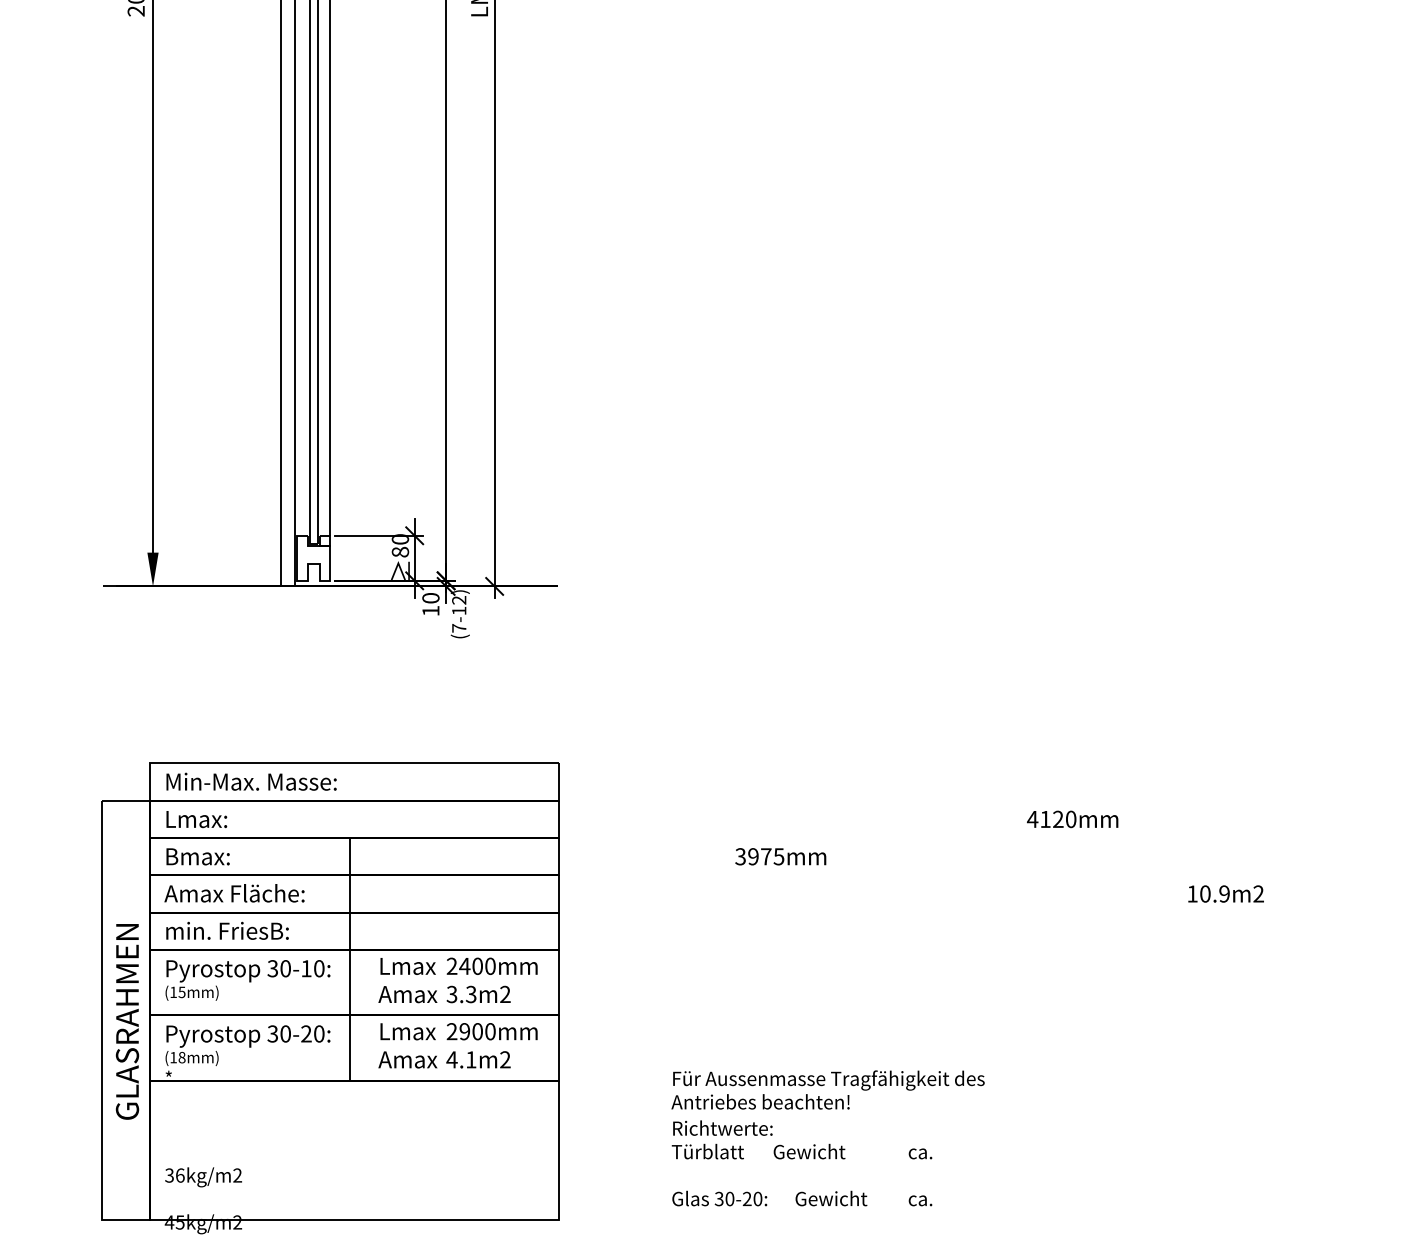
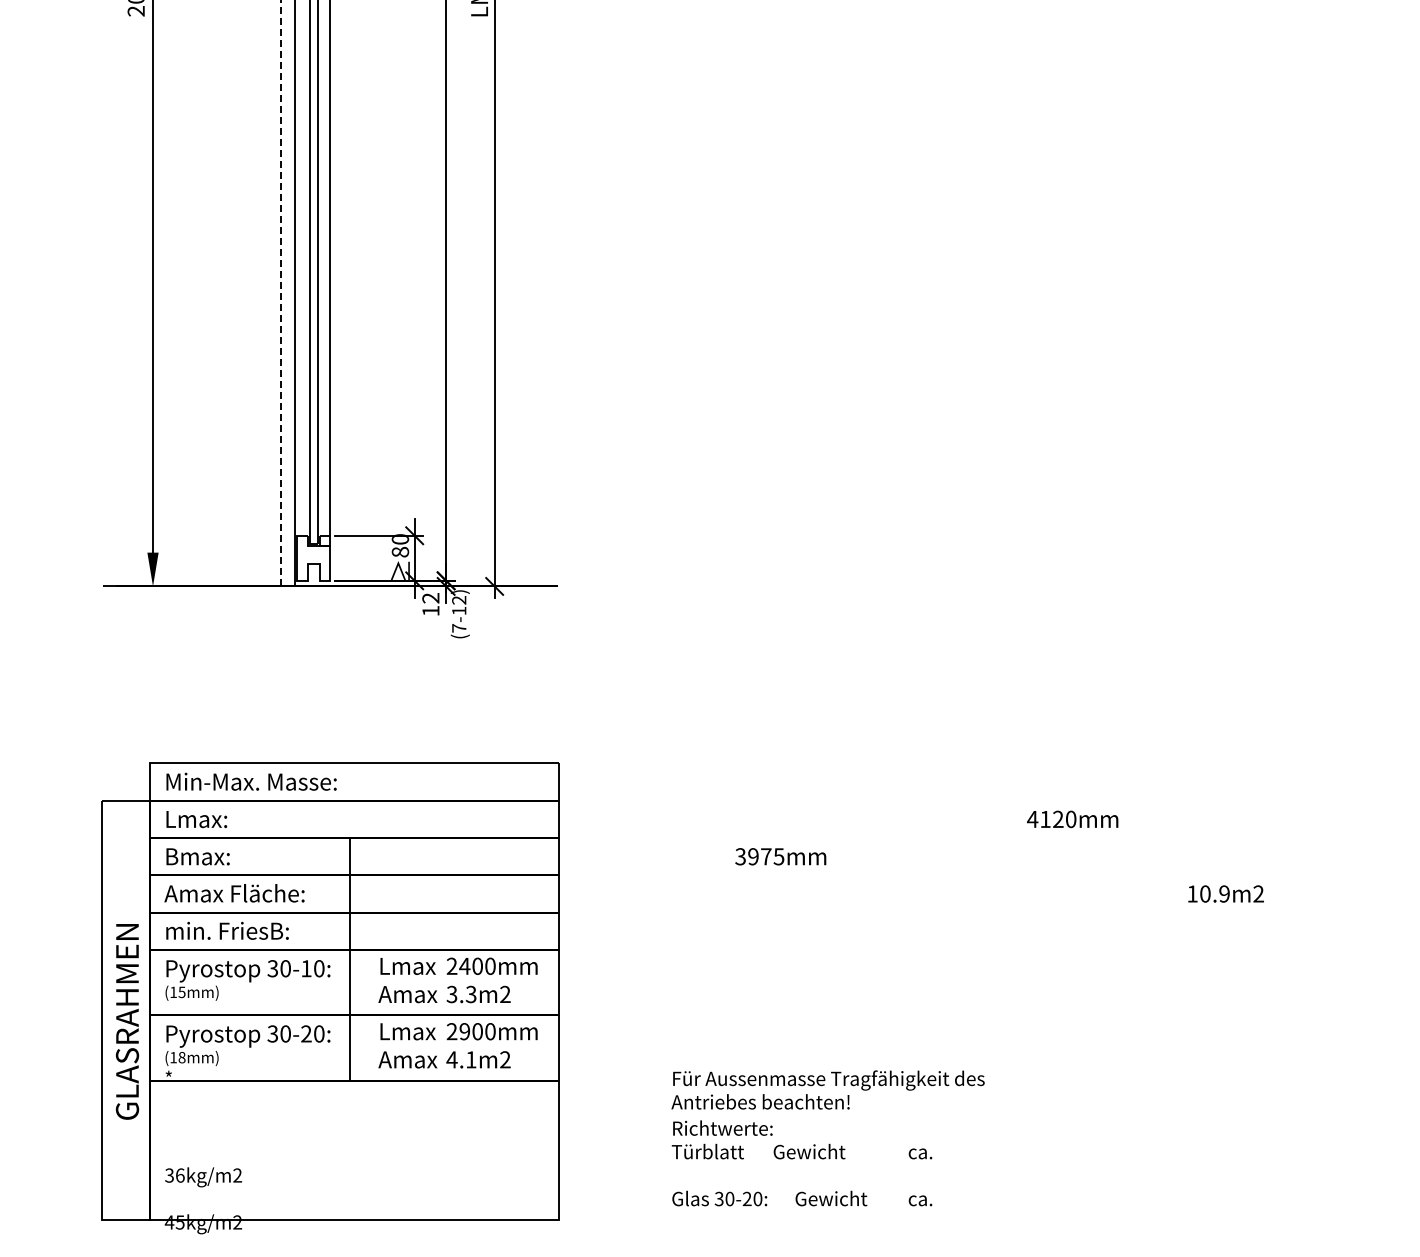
line at (280, 293): solid -> dashed
text at (430, 598): 10 -> 12
